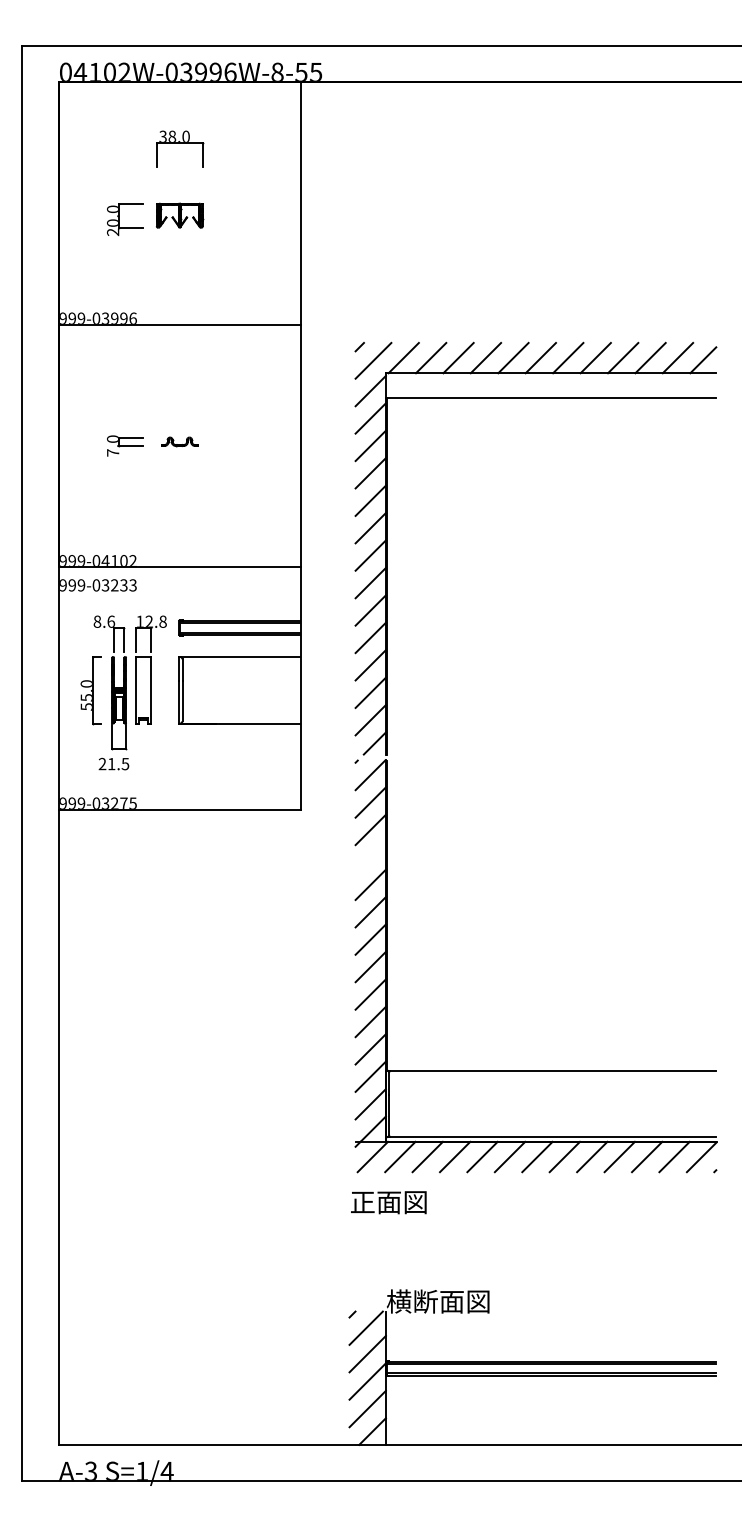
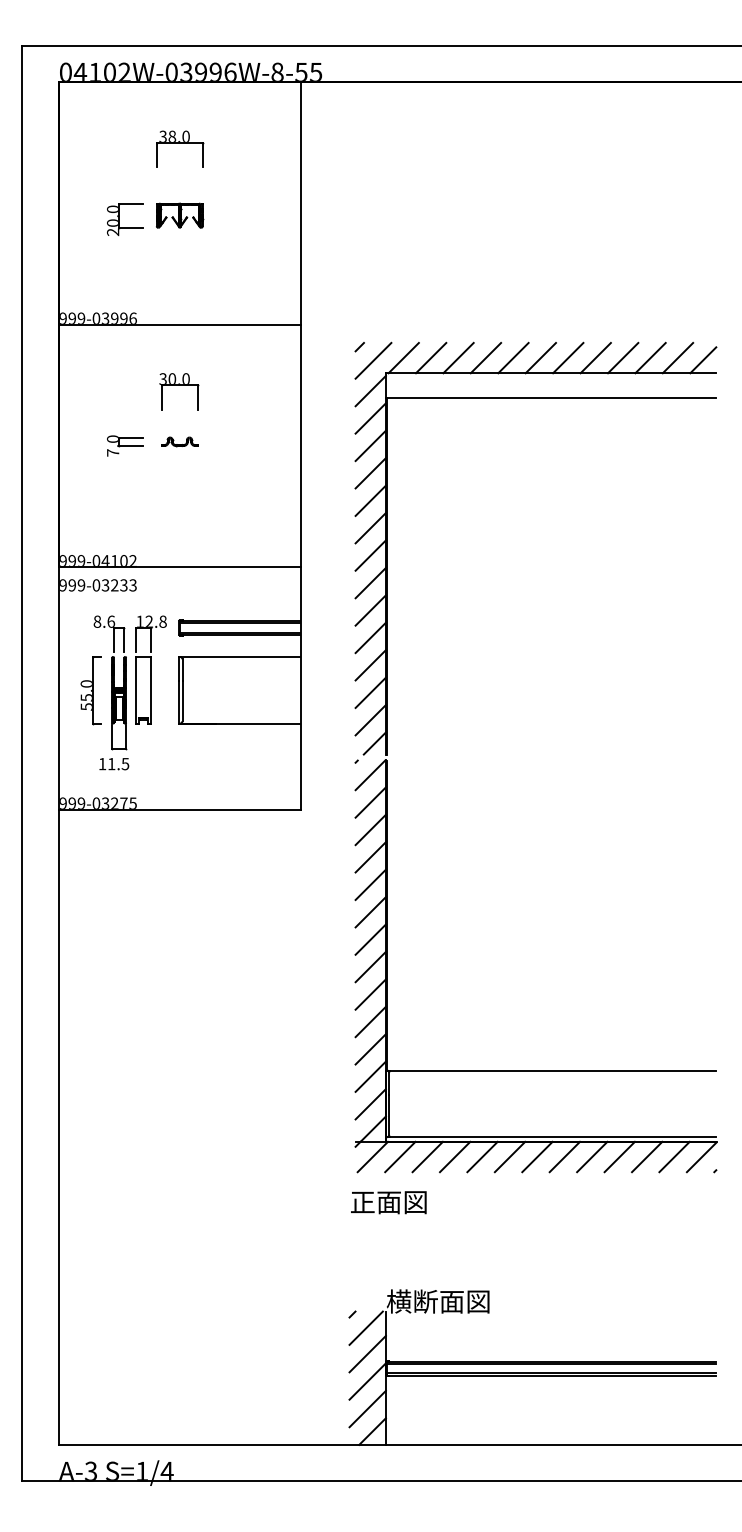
part at (179, 391): none -> present
text at (102, 763): 21.5 -> 11.5
line at (370, 857): none -> present
